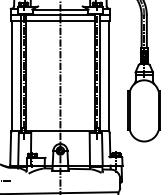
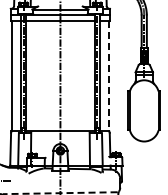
line at (108, 76): solid -> dashed
line at (59, 193): solid -> dashed
